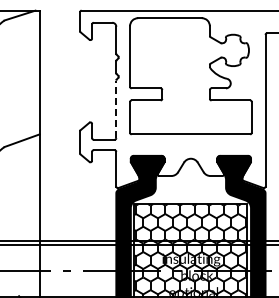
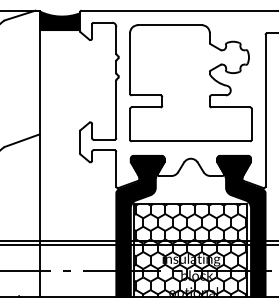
fill at (59, 20): none -> present
part at (190, 76) position: (190, 76) -> (190, 83)
line at (116, 109): dashed -> solid
